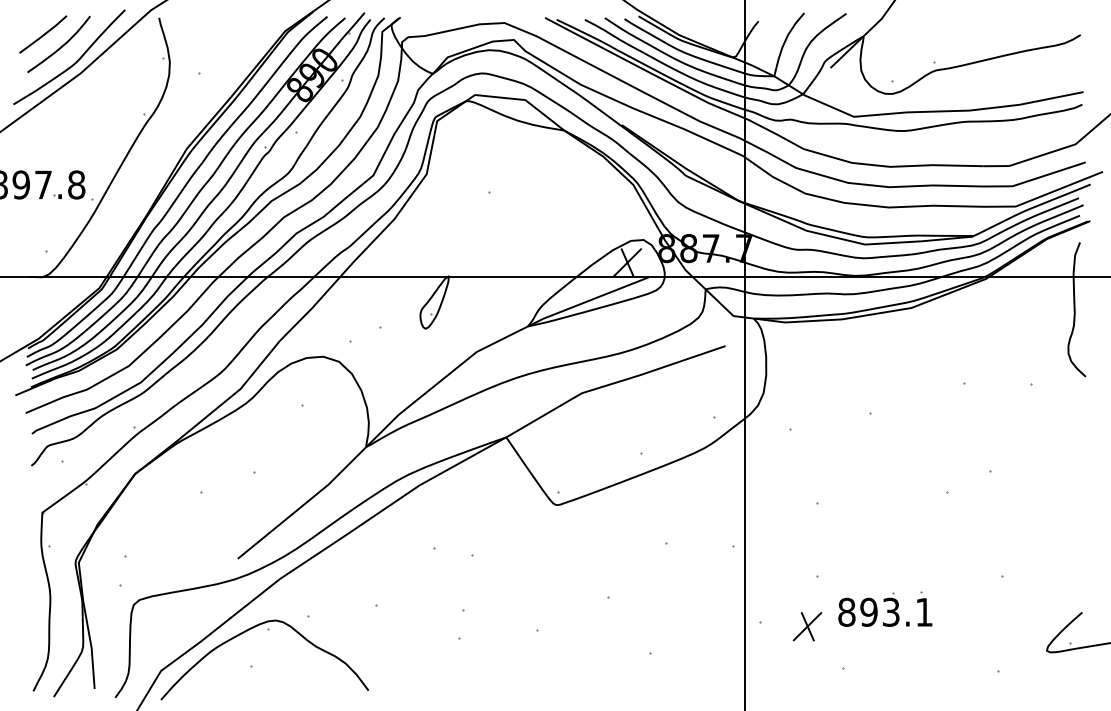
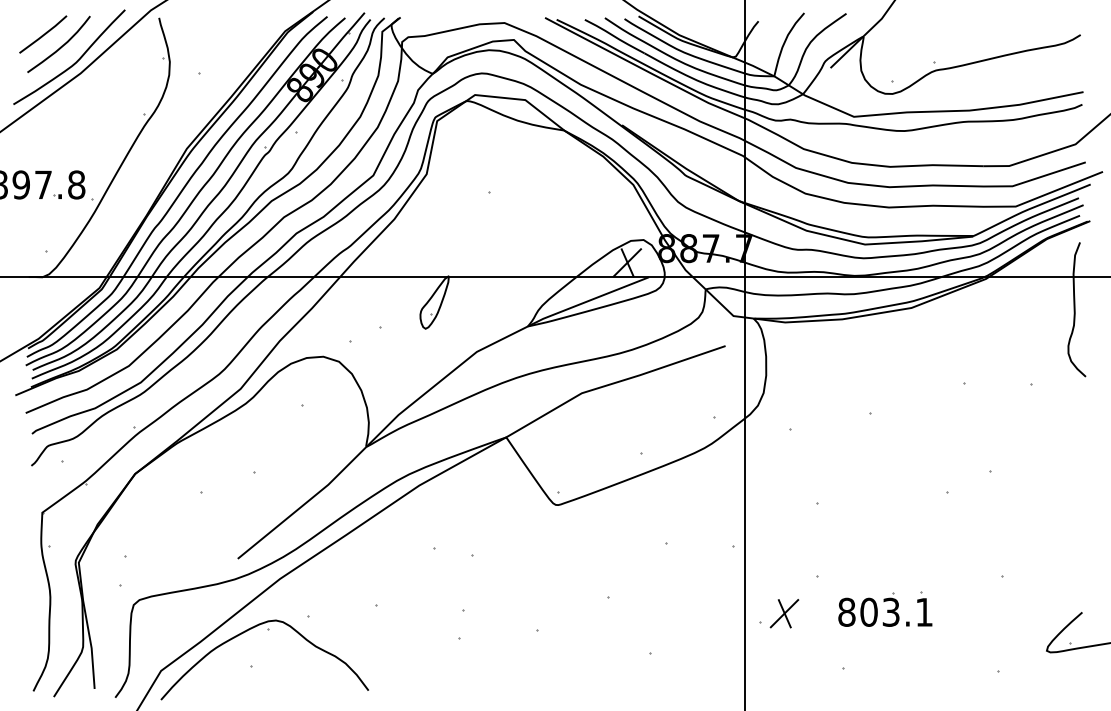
text at (868, 612): 893.1 -> 803.1
part at (807, 626) position: (807, 626) -> (784, 613)
